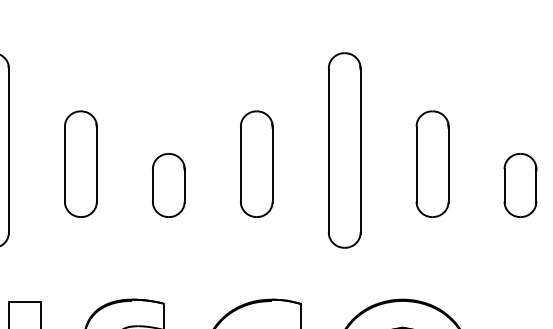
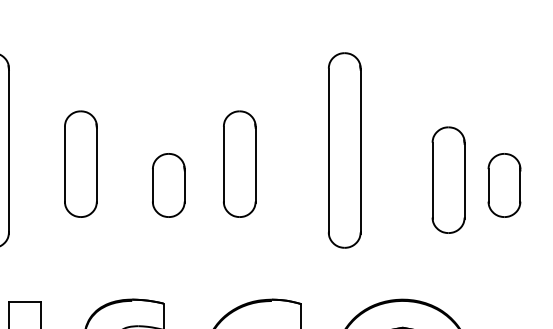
part at (256, 163) position: (256, 163) -> (239, 163)
part at (432, 163) position: (432, 163) -> (448, 179)
part at (520, 185) position: (520, 185) -> (504, 185)
